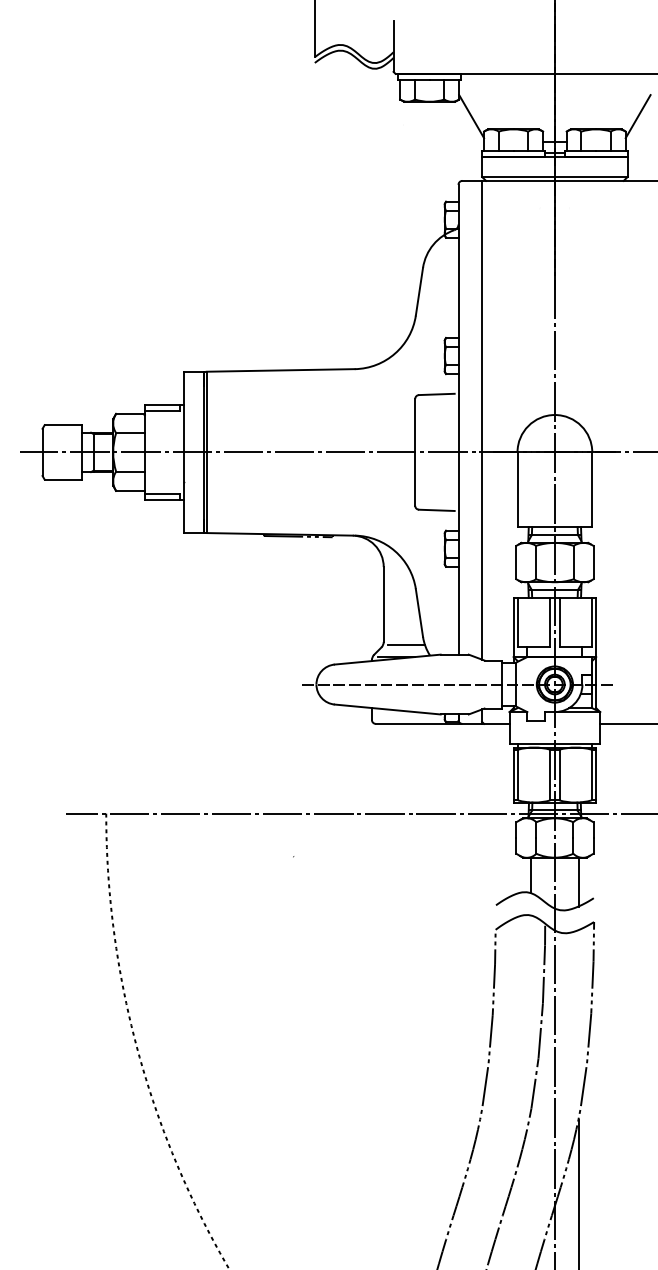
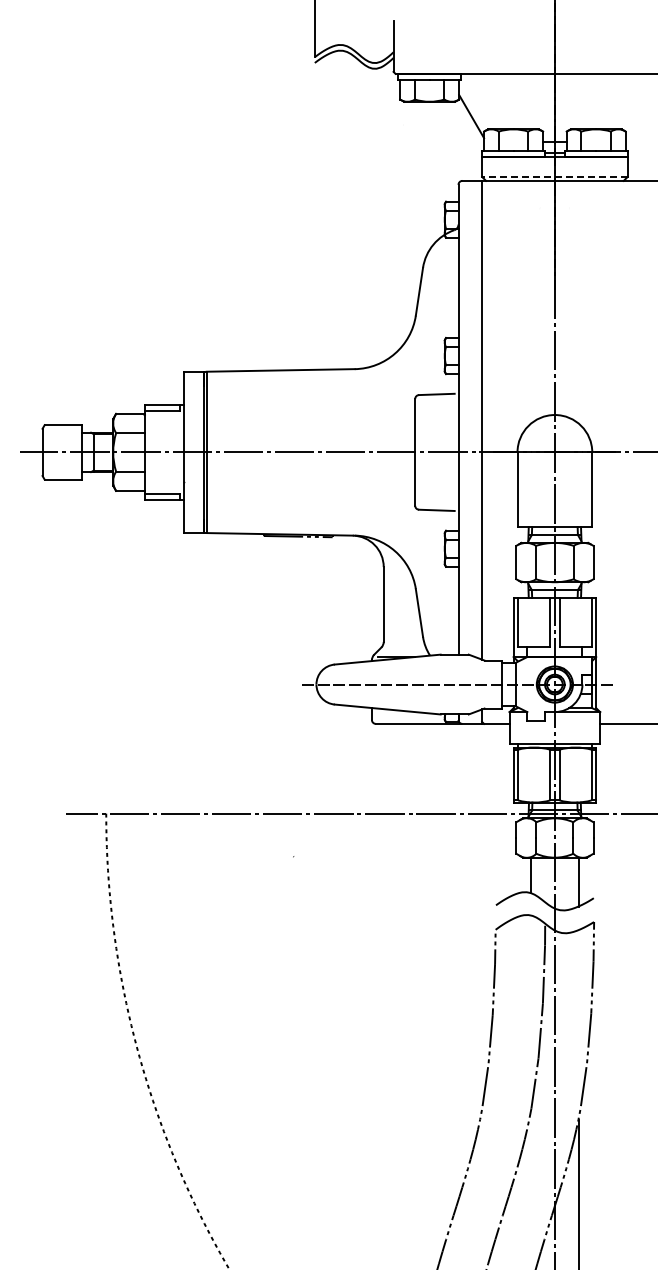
line at (637, 116): present -> none
line at (554, 176): solid -> dashed
line at (406, 645): present -> none
